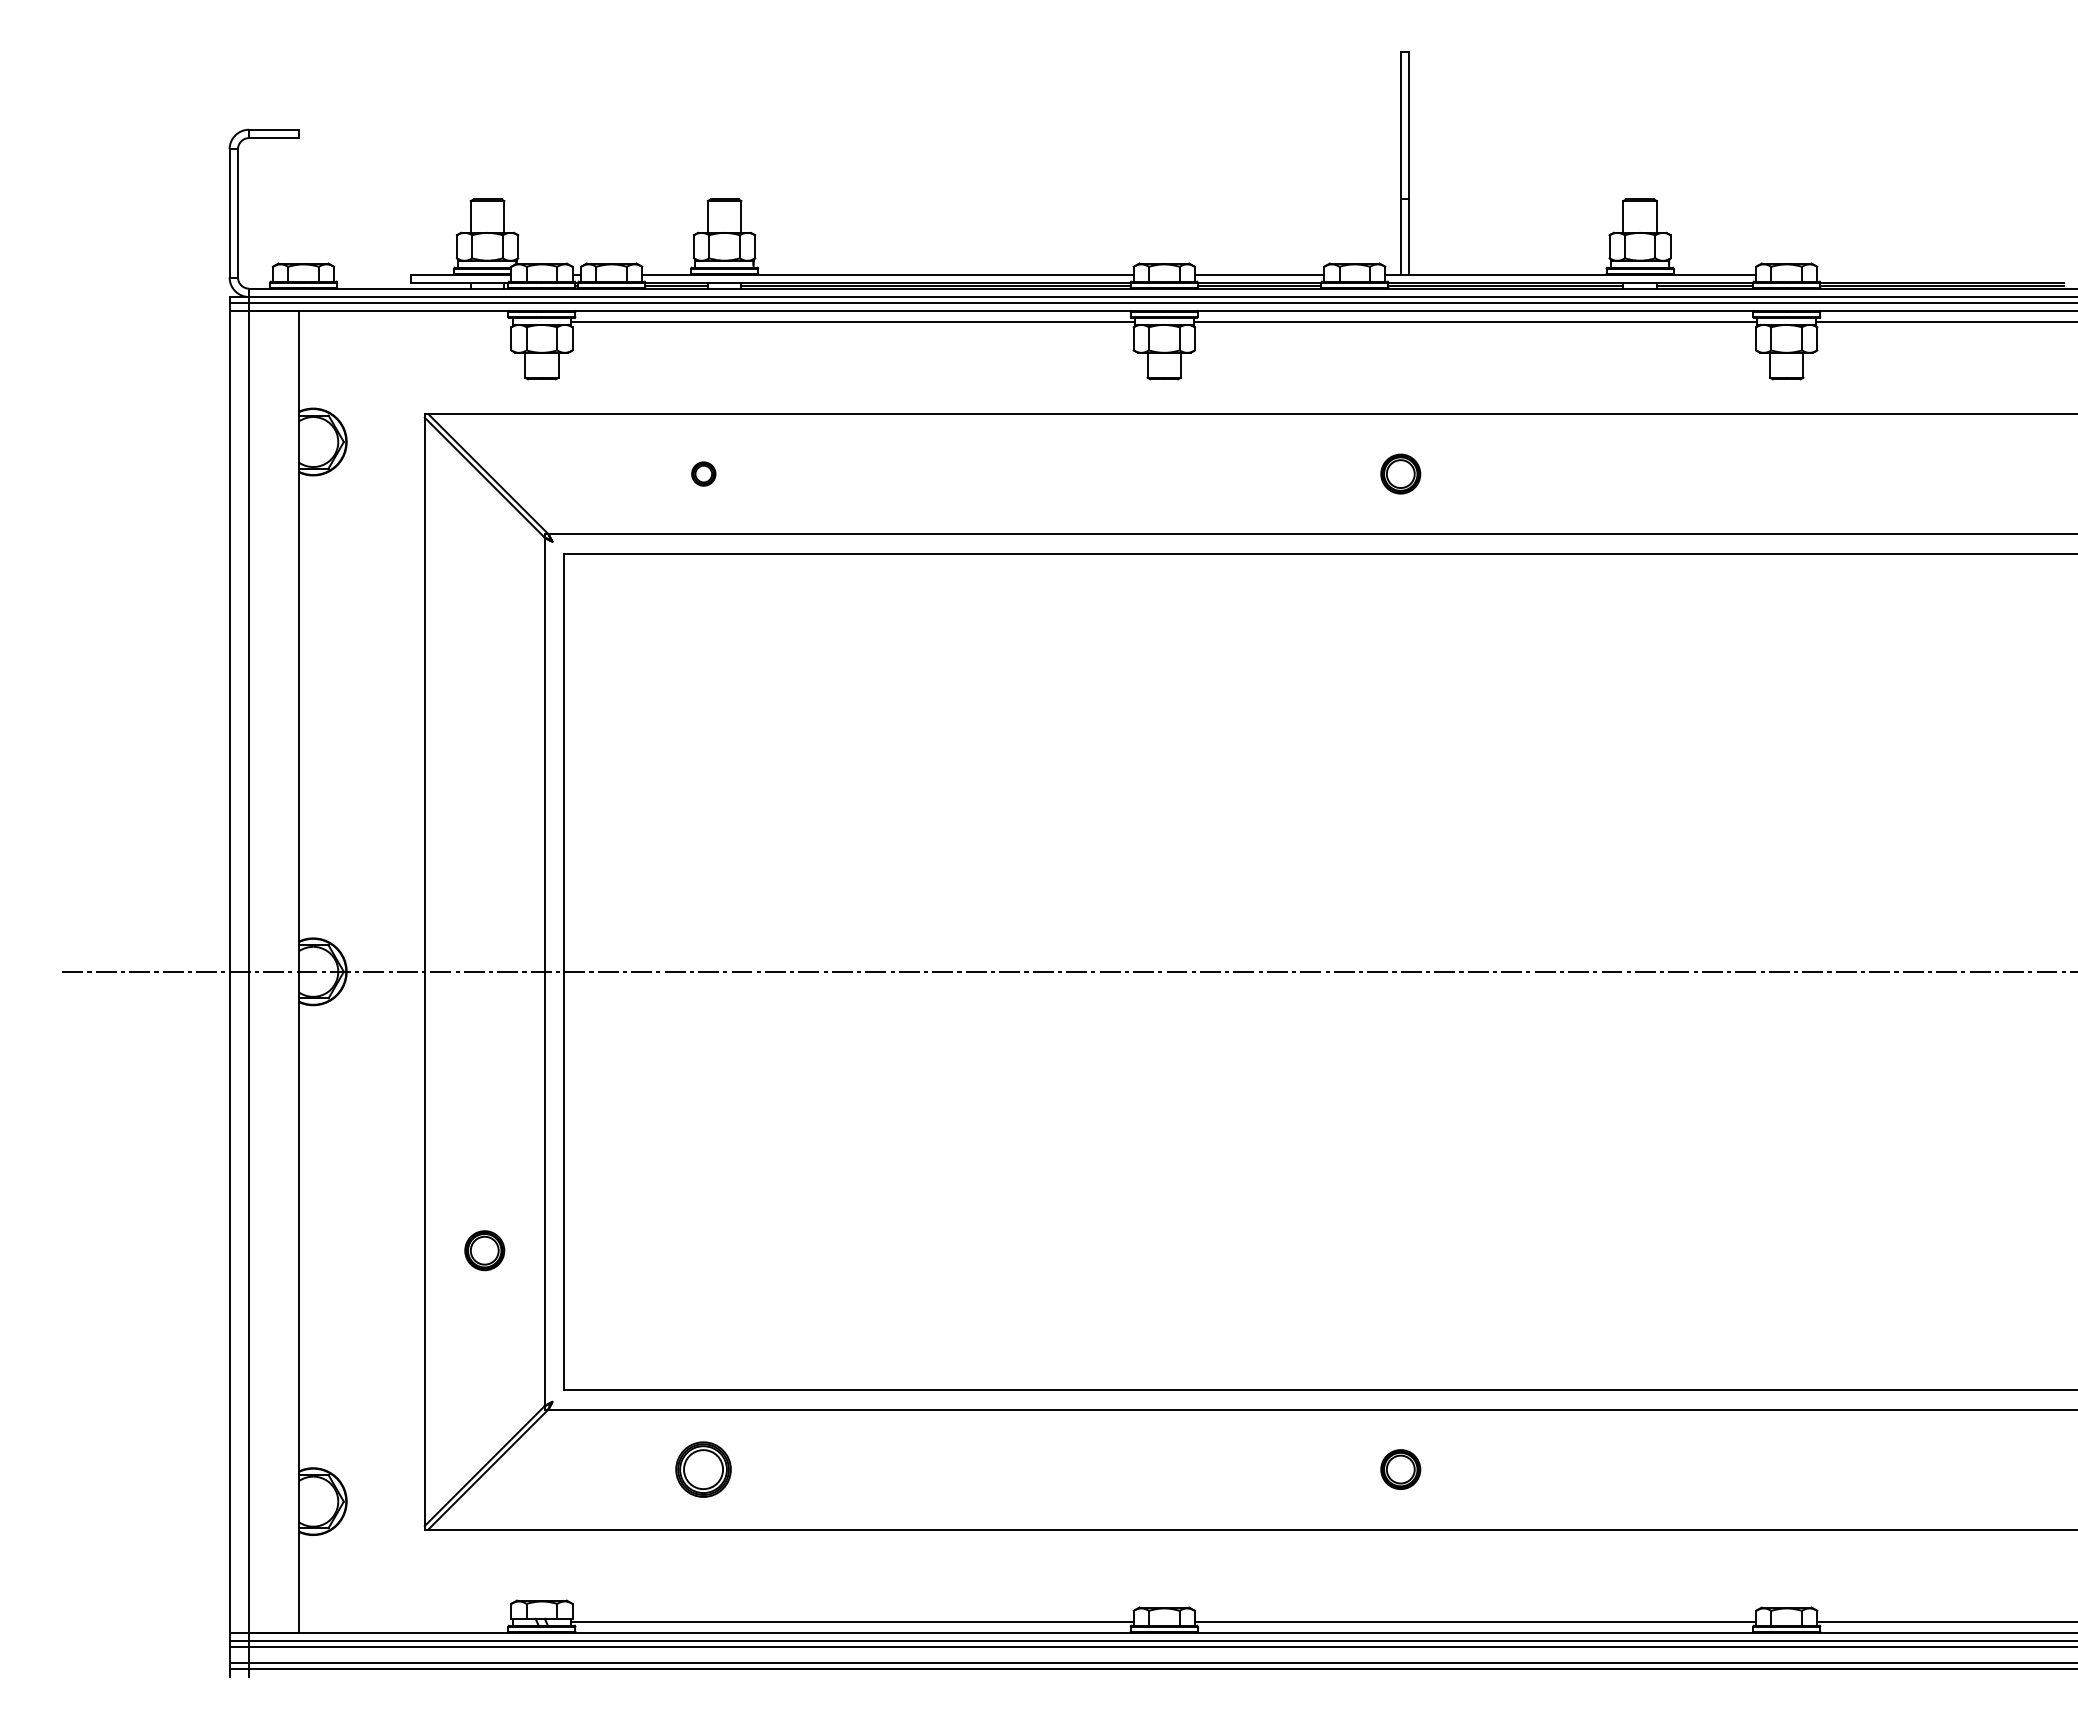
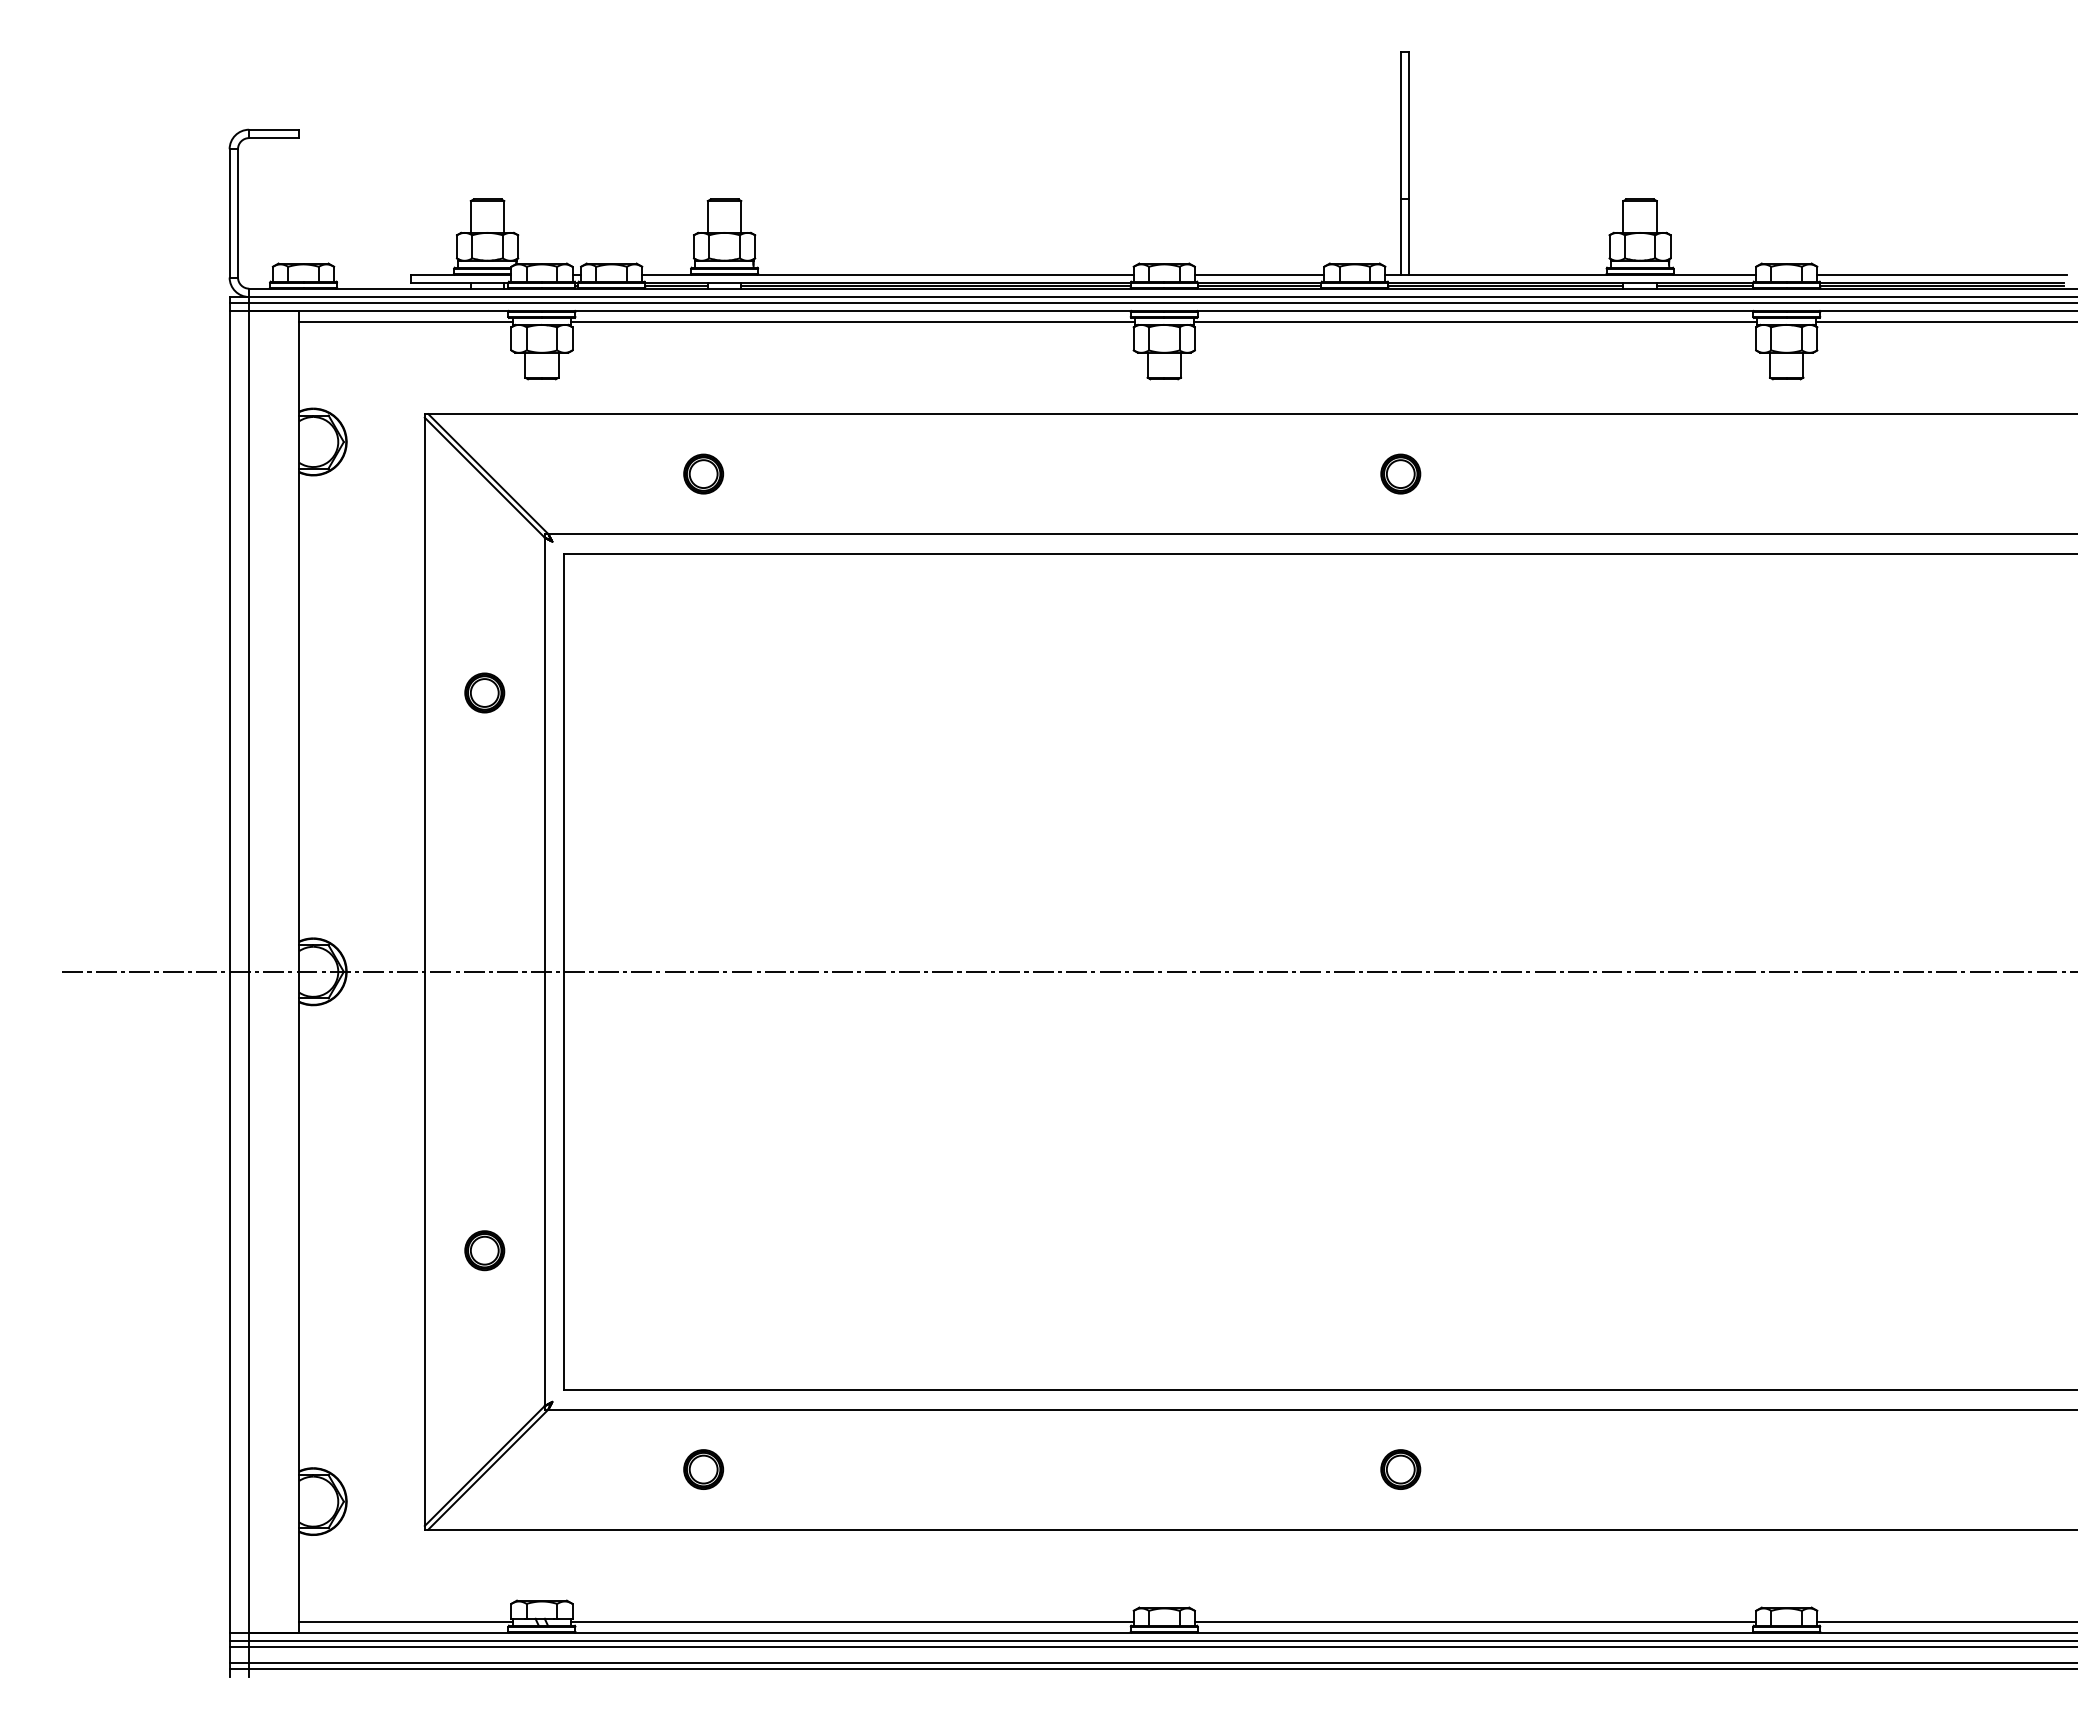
line at (1942, 274): none -> present
line at (405, 322): none -> present
part at (703, 473) size: 26x26 px -> 42x42 px
part at (484, 692): none -> present
part at (703, 1469) size: 57x57 px -> 42x41 px
line at (405, 1621): none -> present
